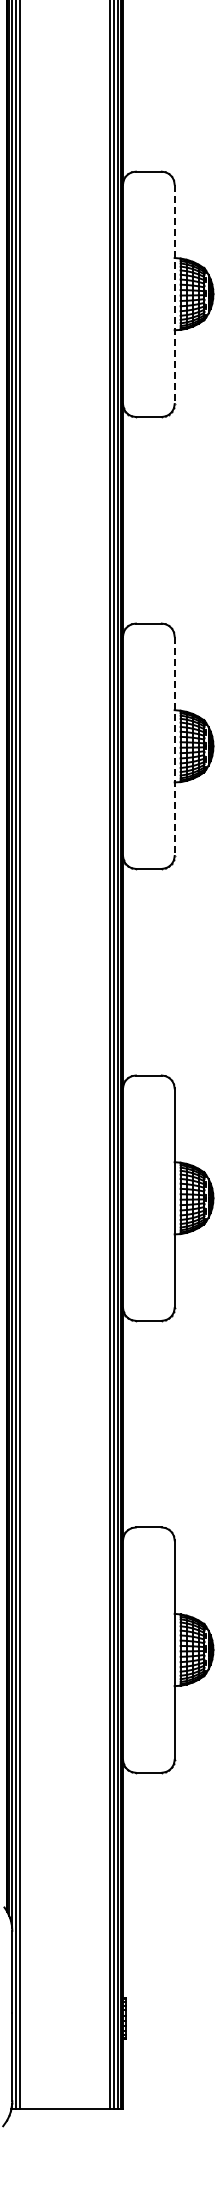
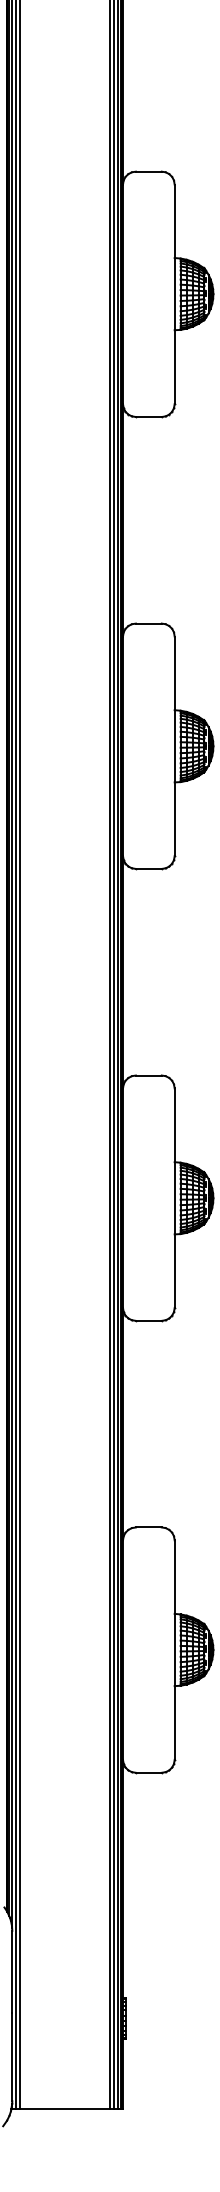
line at (174, 294): dashed -> solid
line at (174, 746): dashed -> solid
